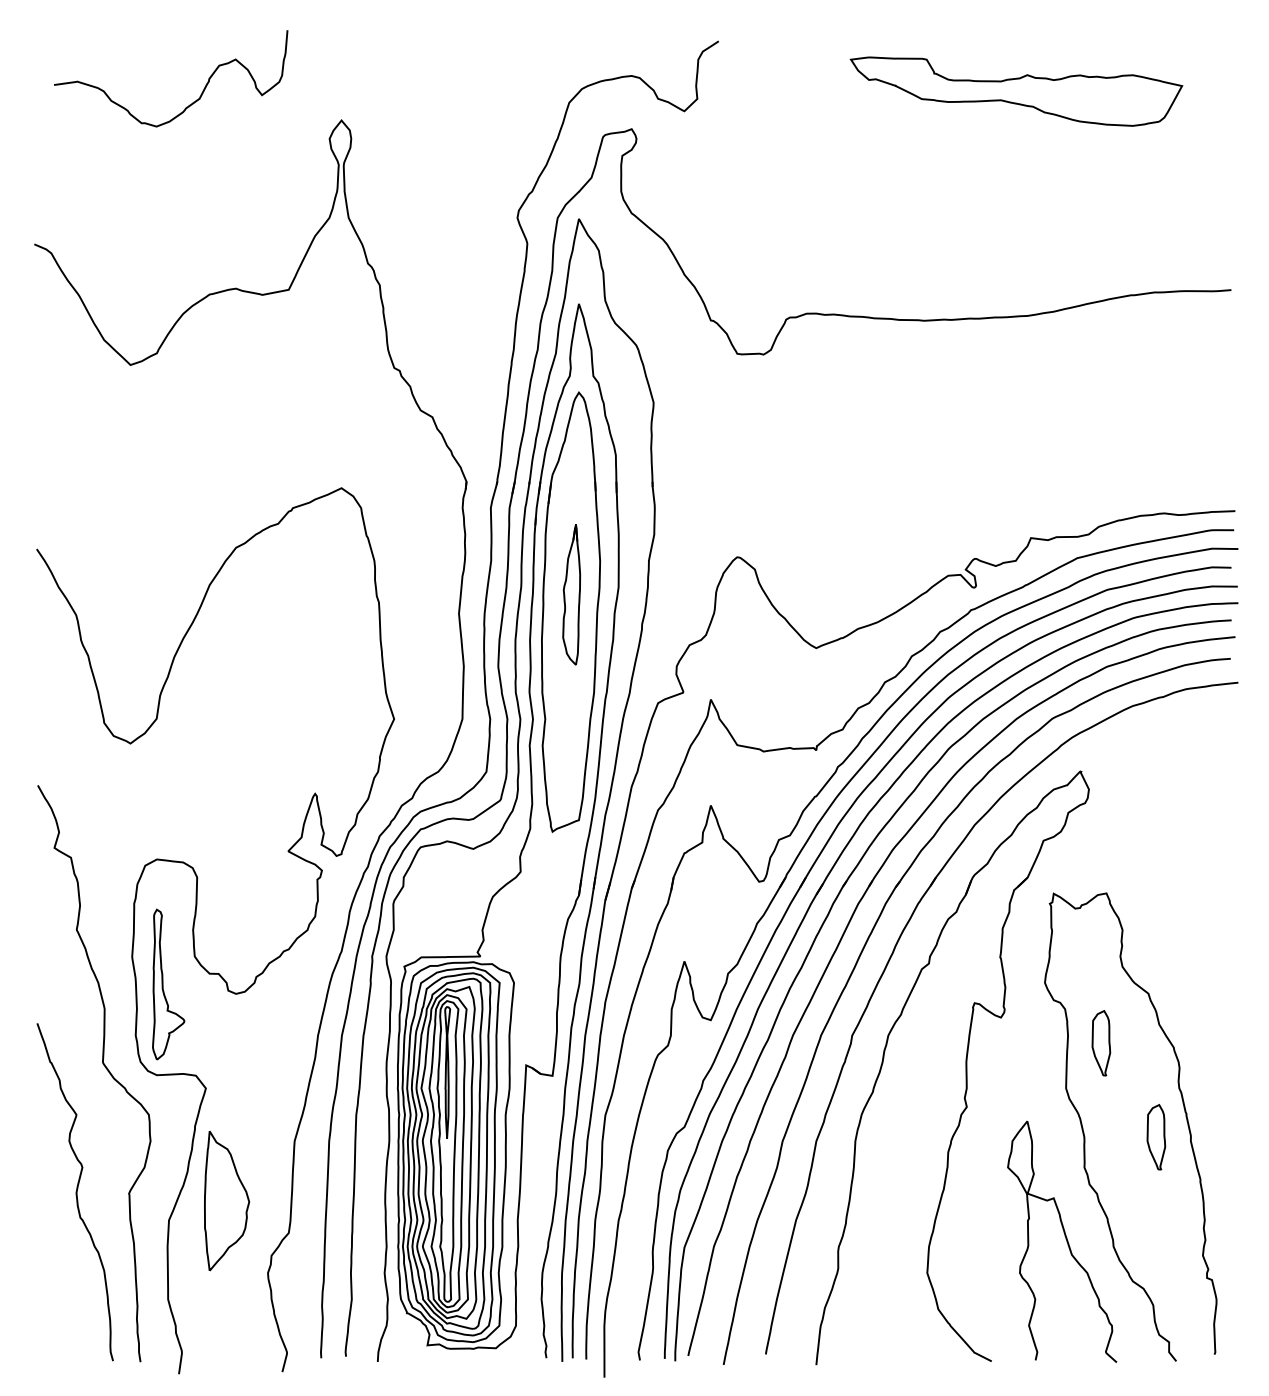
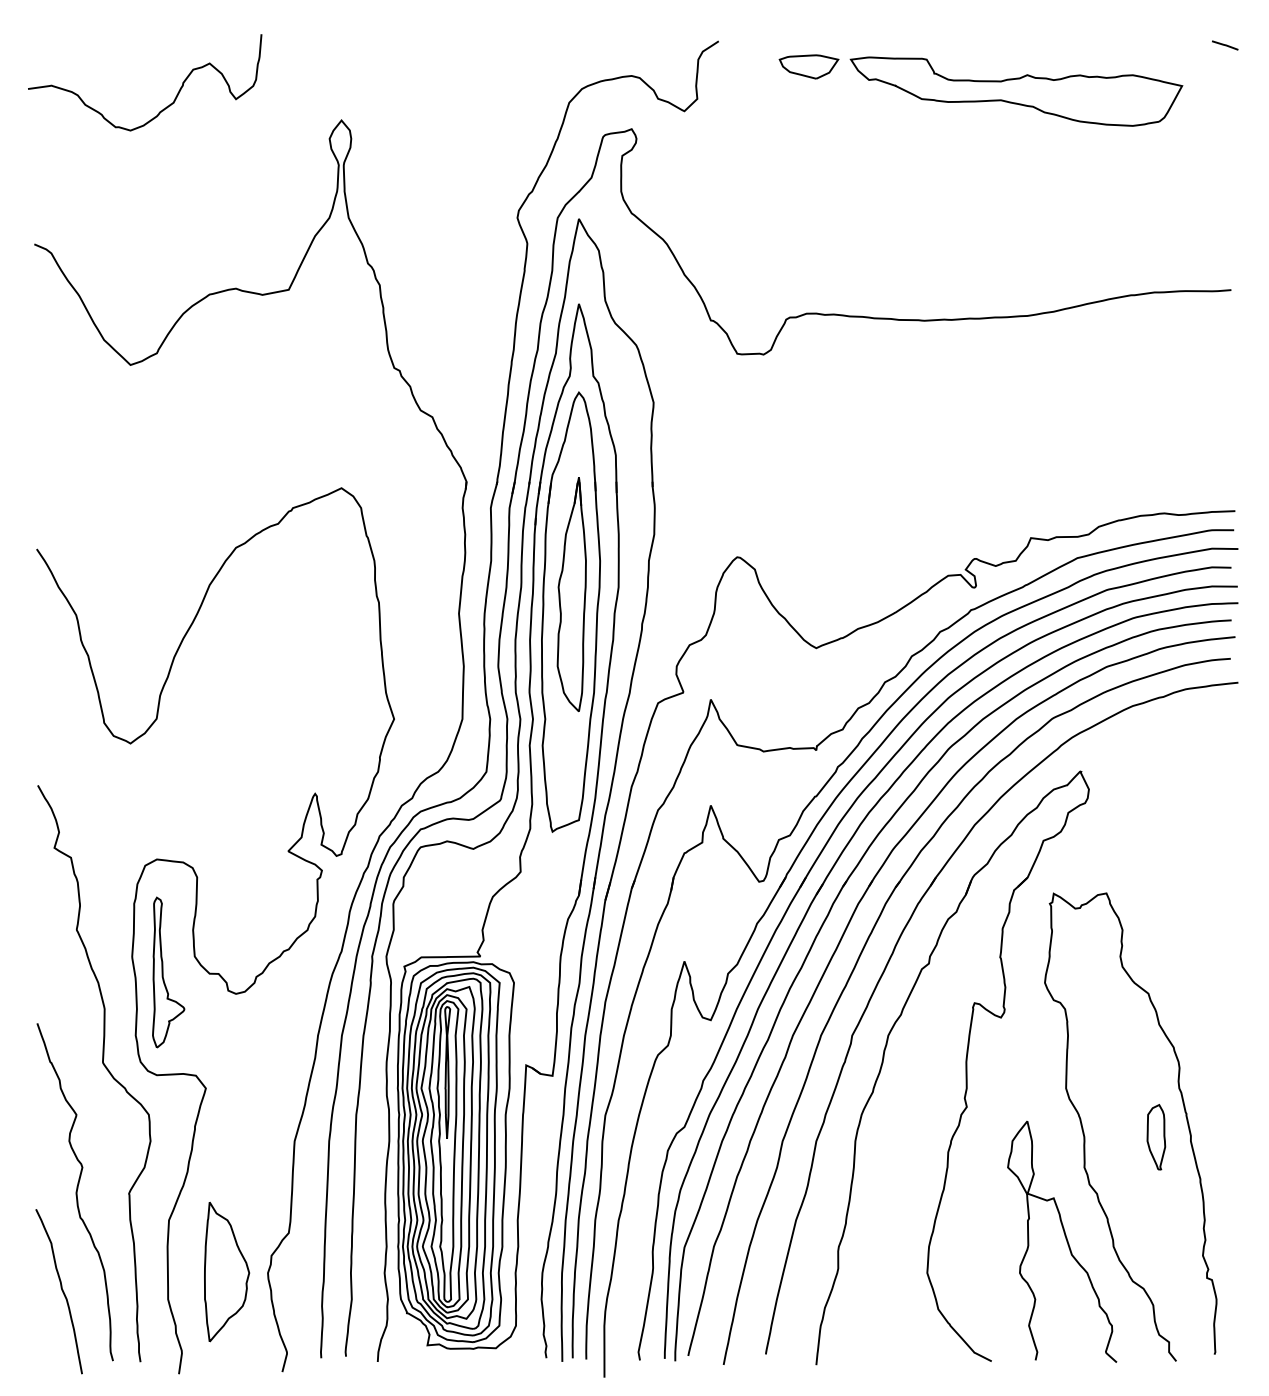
line at (1225, 45): none -> present
part at (808, 66): none -> present
curve at (189, 104) position: (189, 104) -> (163, 108)
part at (571, 594) size: 20x142 px -> 31x236 px
part at (168, 984) position: (168, 984) -> (168, 972)
part at (1101, 1043): present -> none
part at (227, 1200) position: (227, 1200) -> (227, 1271)
curve at (61, 1290): none -> present
